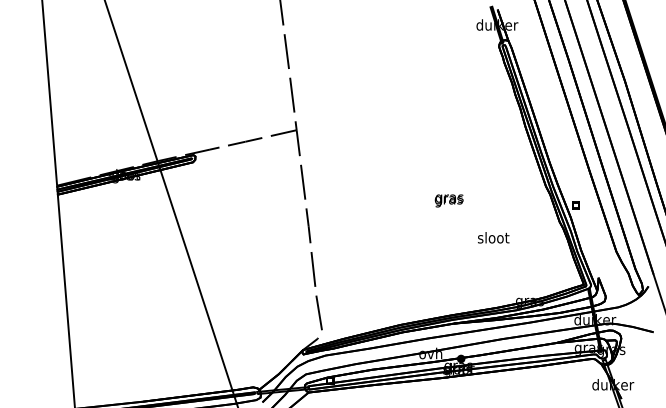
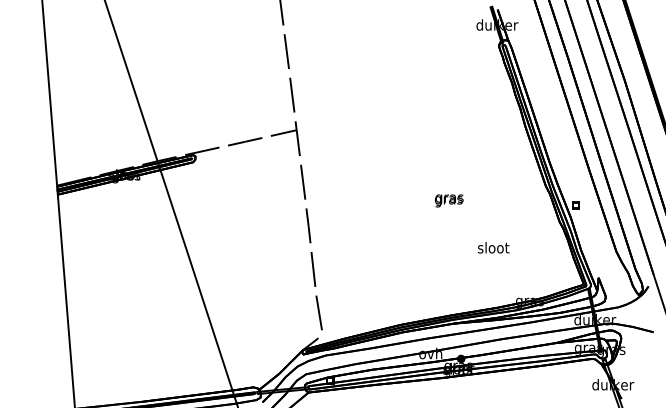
text at (493, 237) position: (493, 237) -> (493, 247)
